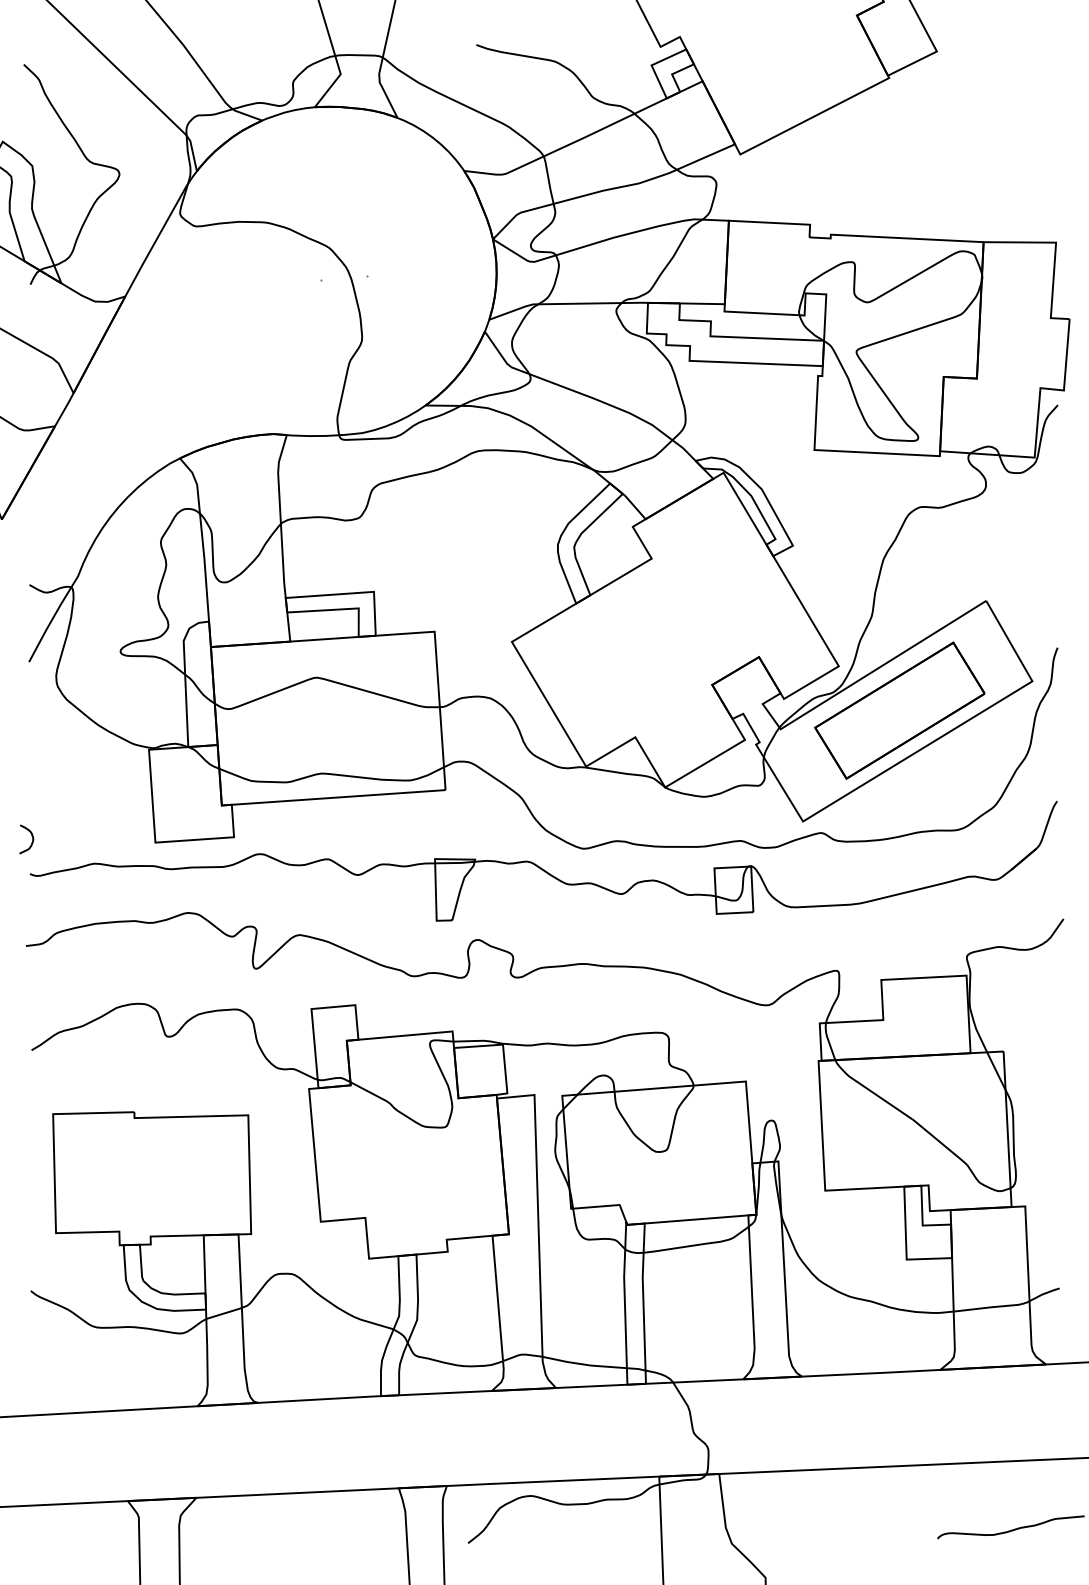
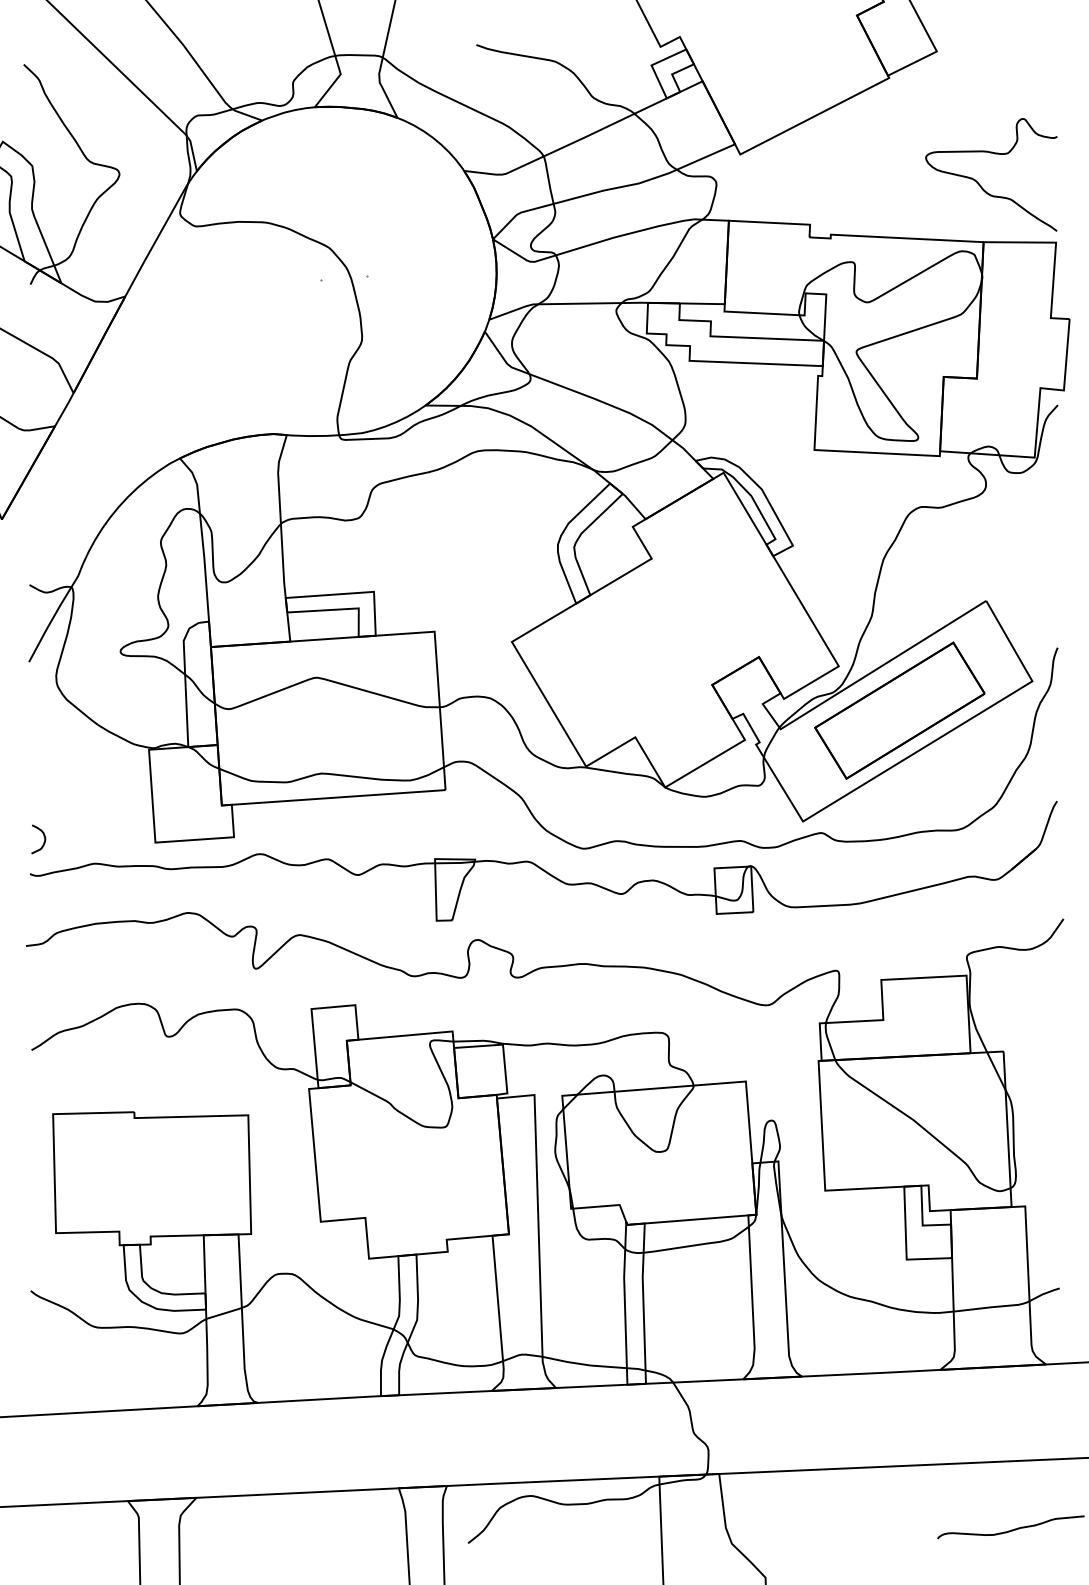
curve at (980, 184): none -> present
curve at (31, 836) position: (31, 836) -> (43, 836)
